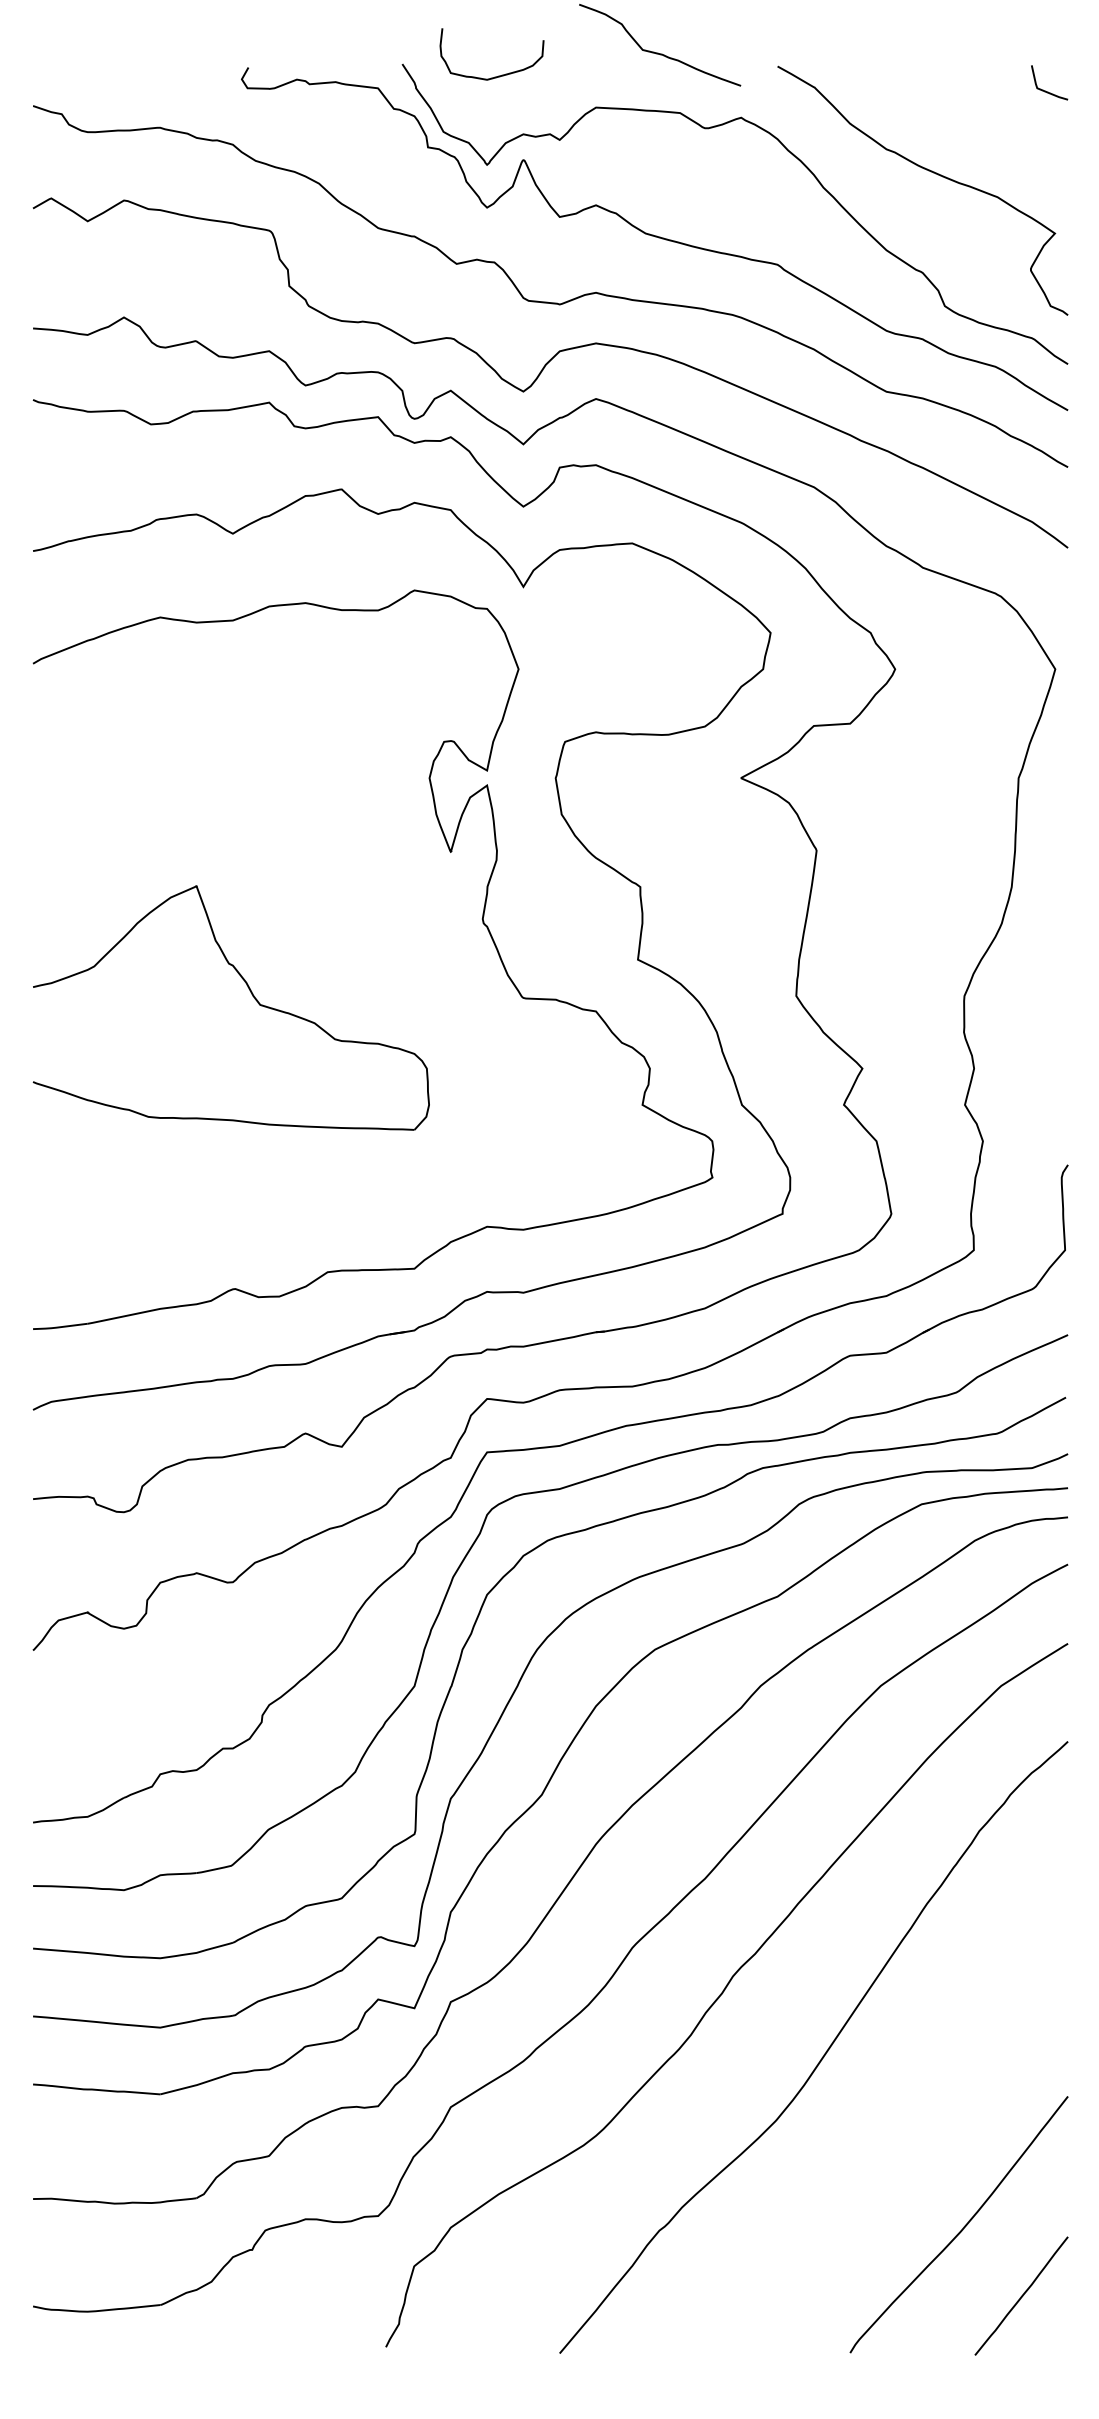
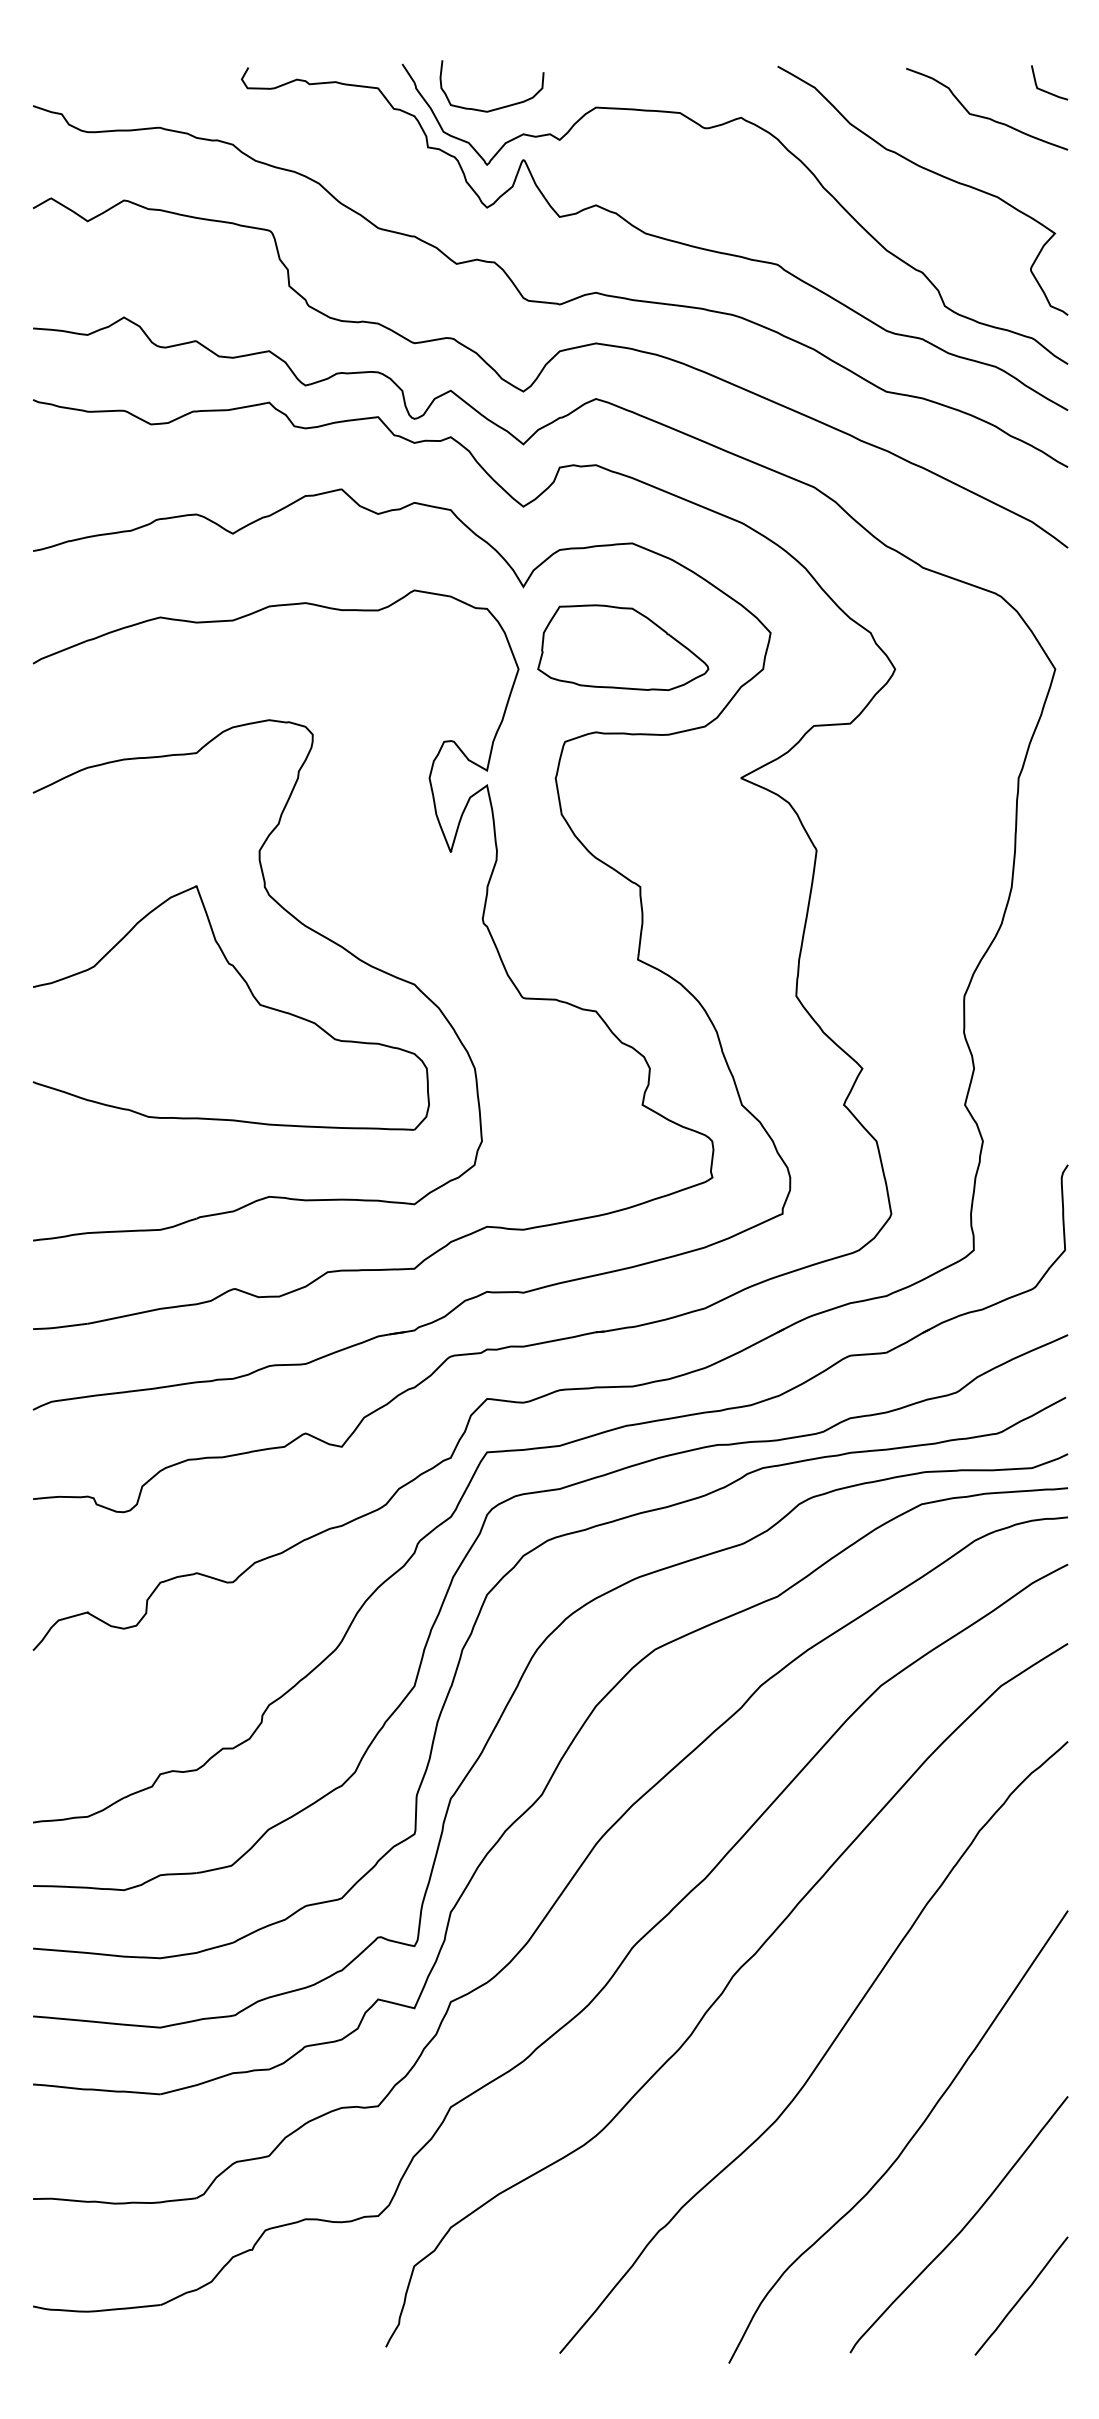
curve at (658, 52) position: (658, 52) -> (985, 116)
curve at (498, 75) position: (498, 75) -> (498, 107)
part at (623, 647): none -> present
part at (301, 924): none -> present
curve at (906, 2143): none -> present
